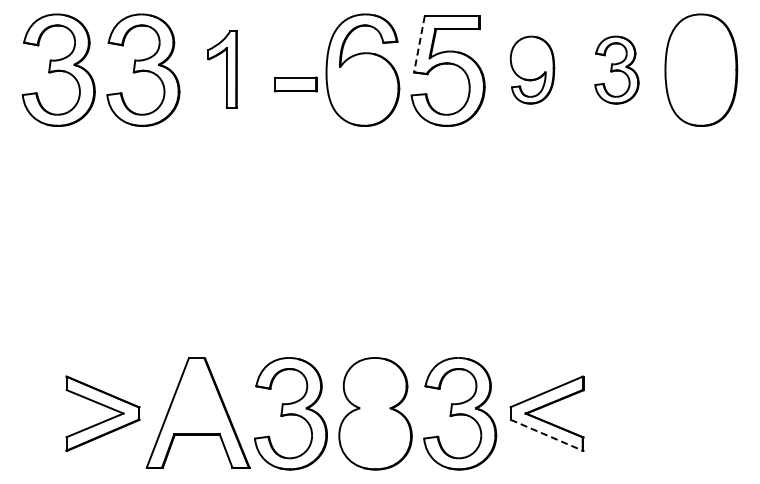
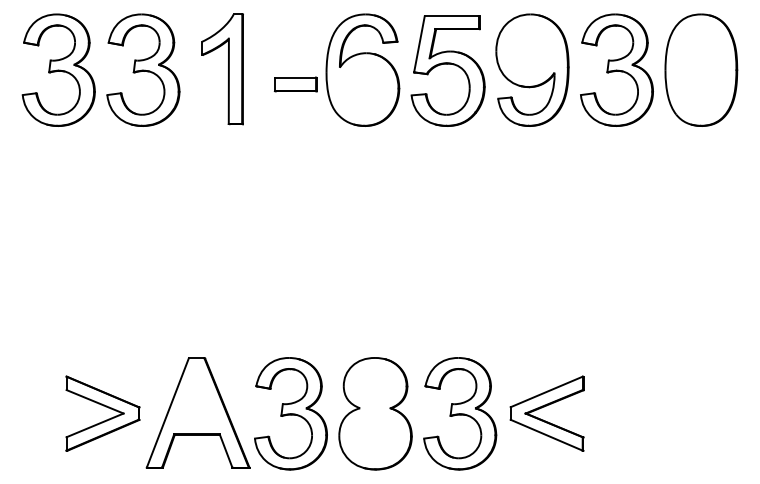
line at (419, 44): dashed -> solid
part at (222, 69) size: 31x79 px -> 43x113 px
part at (532, 69) size: 47x70 px -> 75x114 px
part at (616, 69) size: 46x70 px -> 74x114 px
line at (547, 435): dashed -> solid
